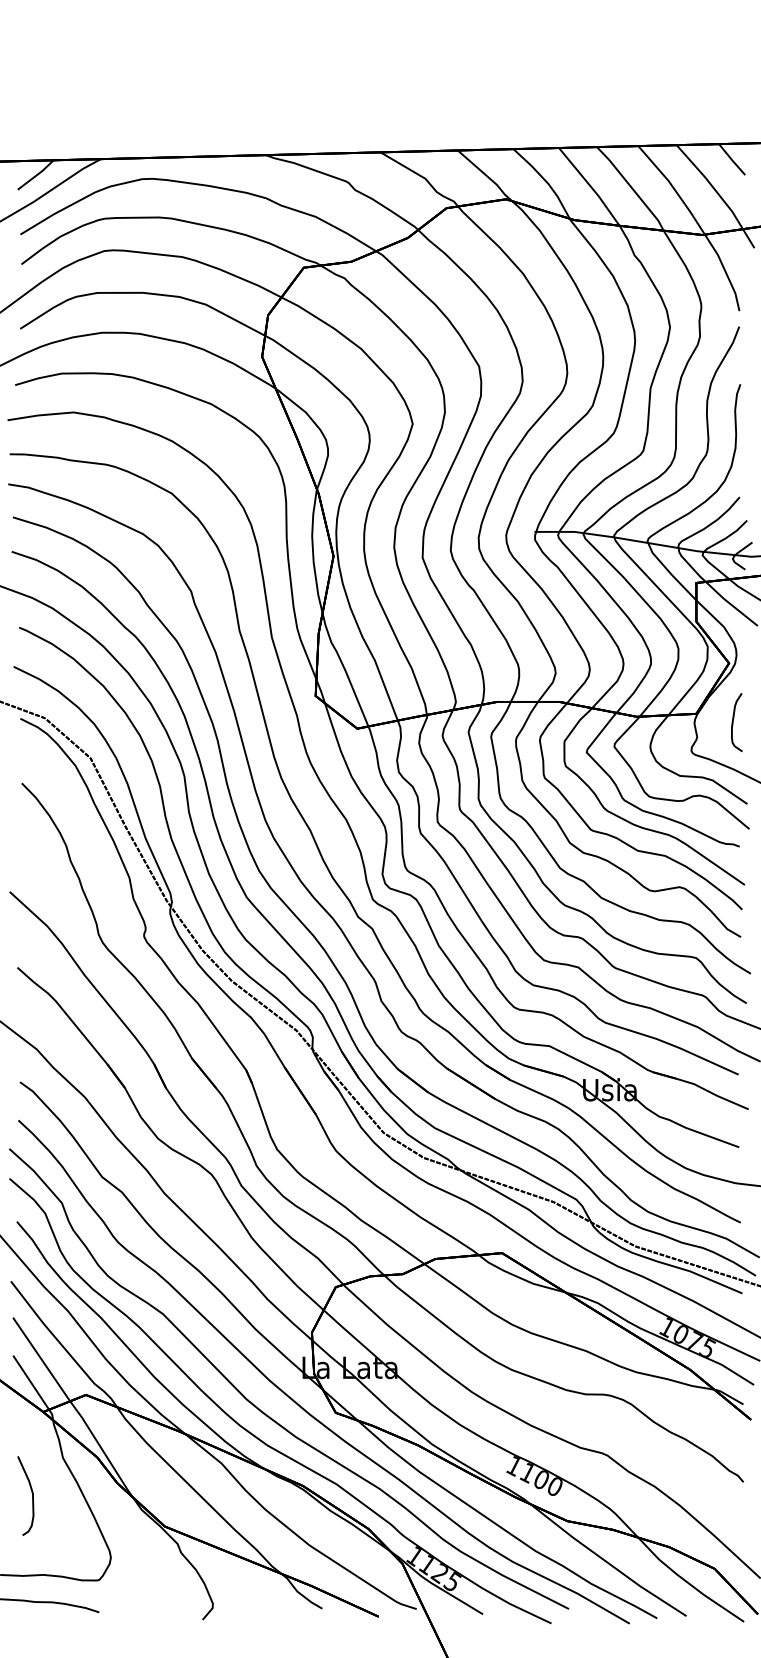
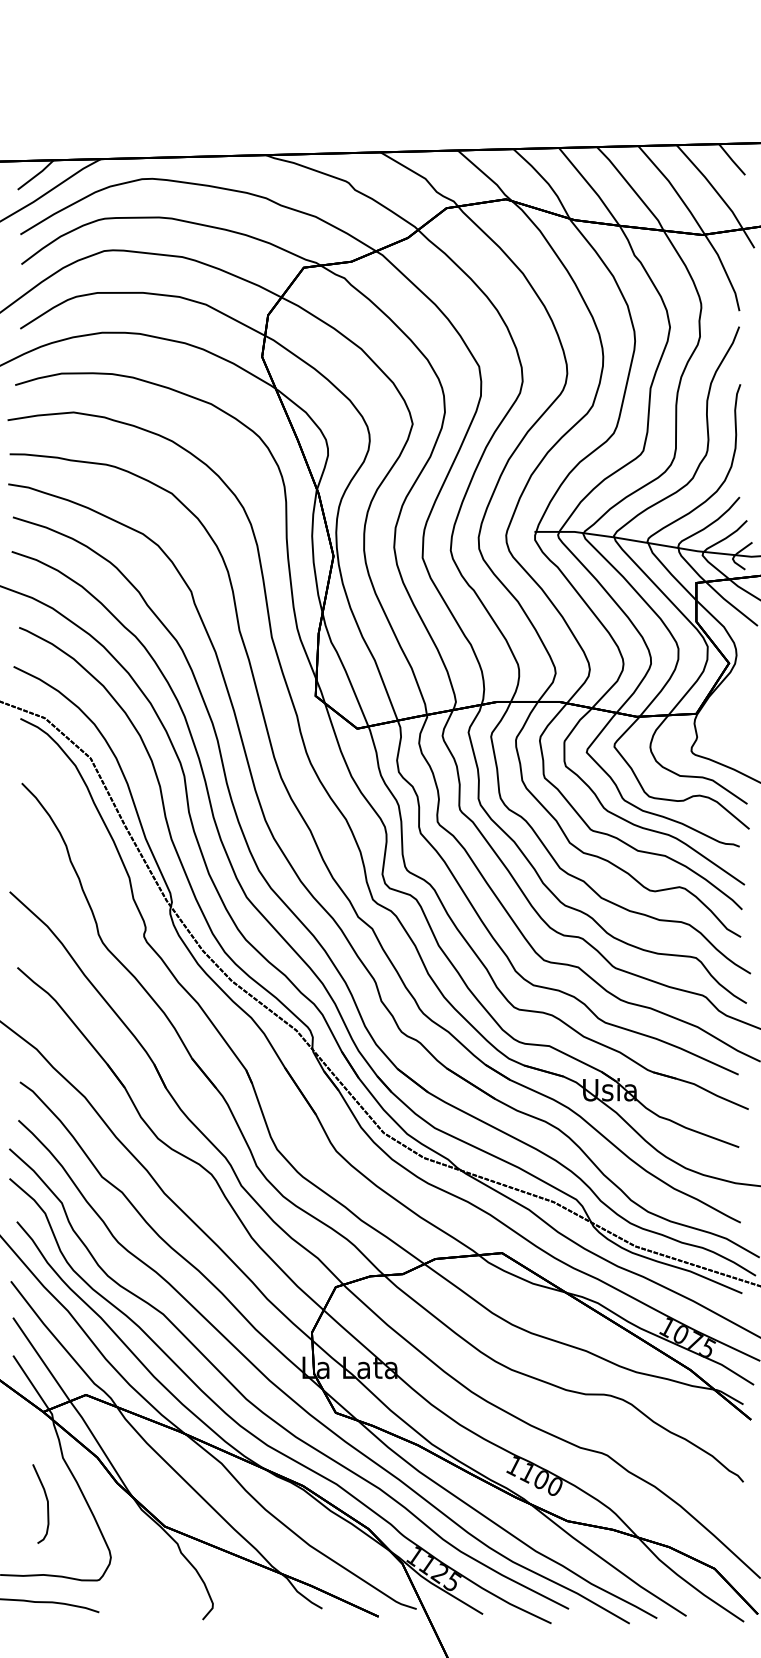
curve at (733, 722): present -> none
curve at (31, 1492) position: (31, 1492) -> (46, 1500)
